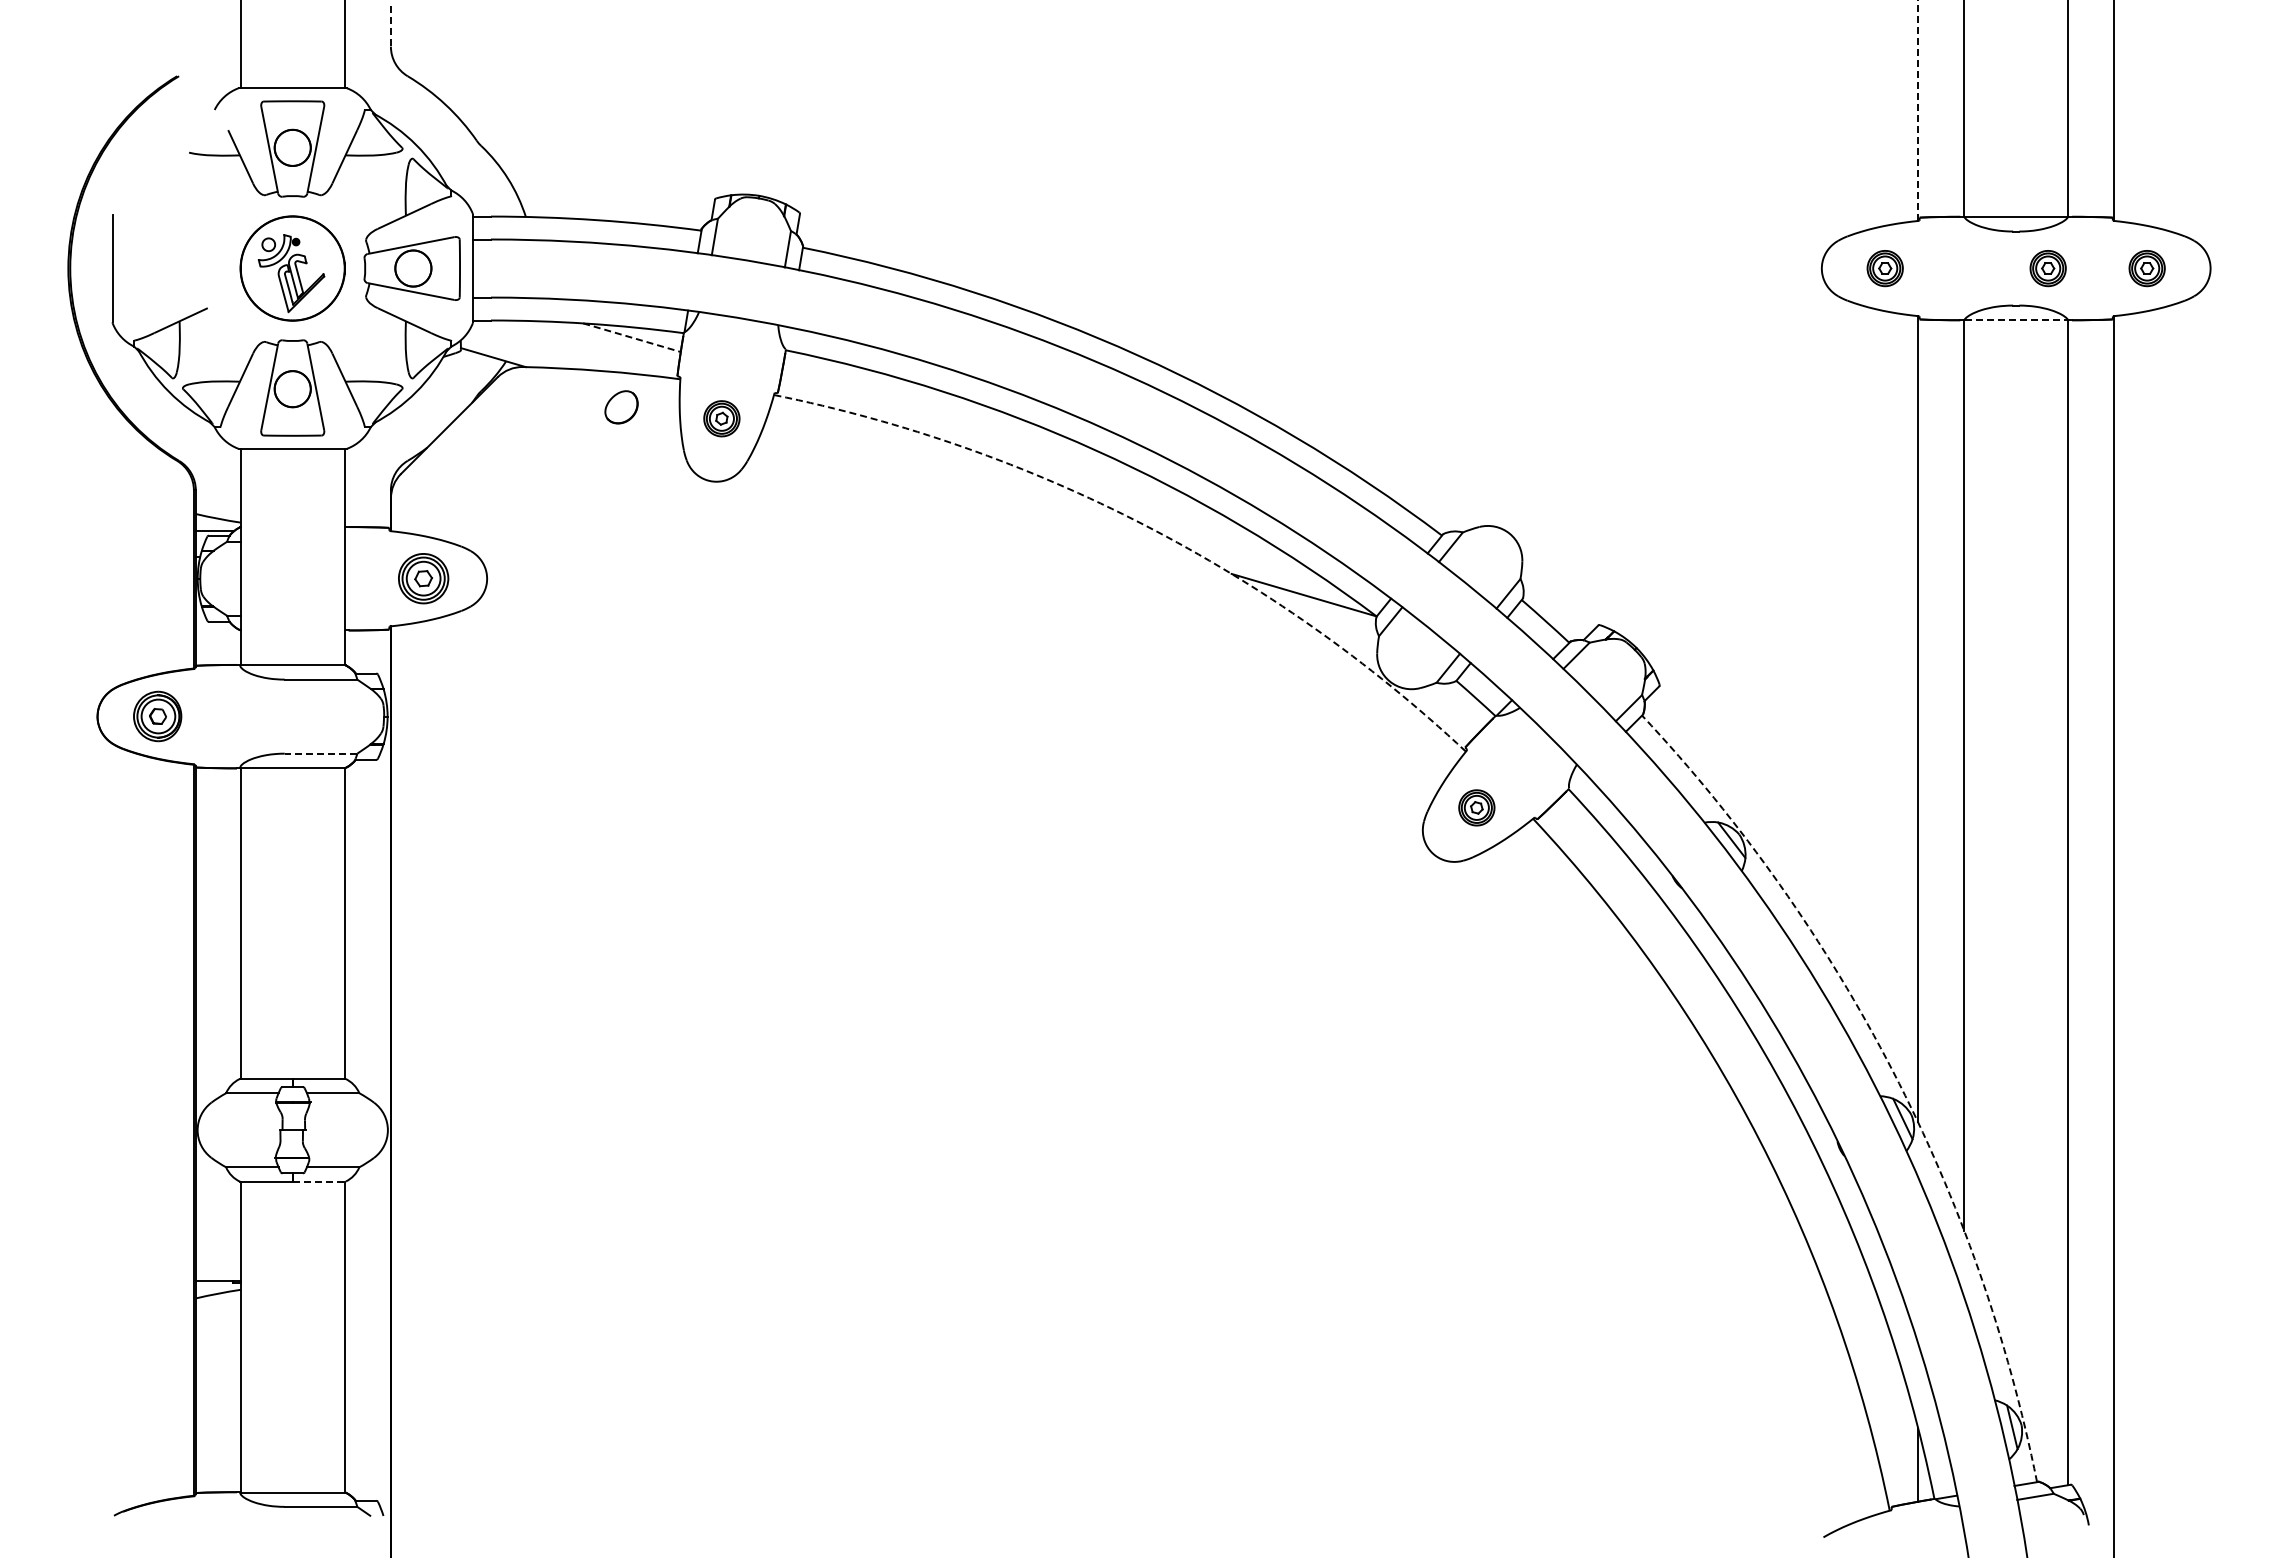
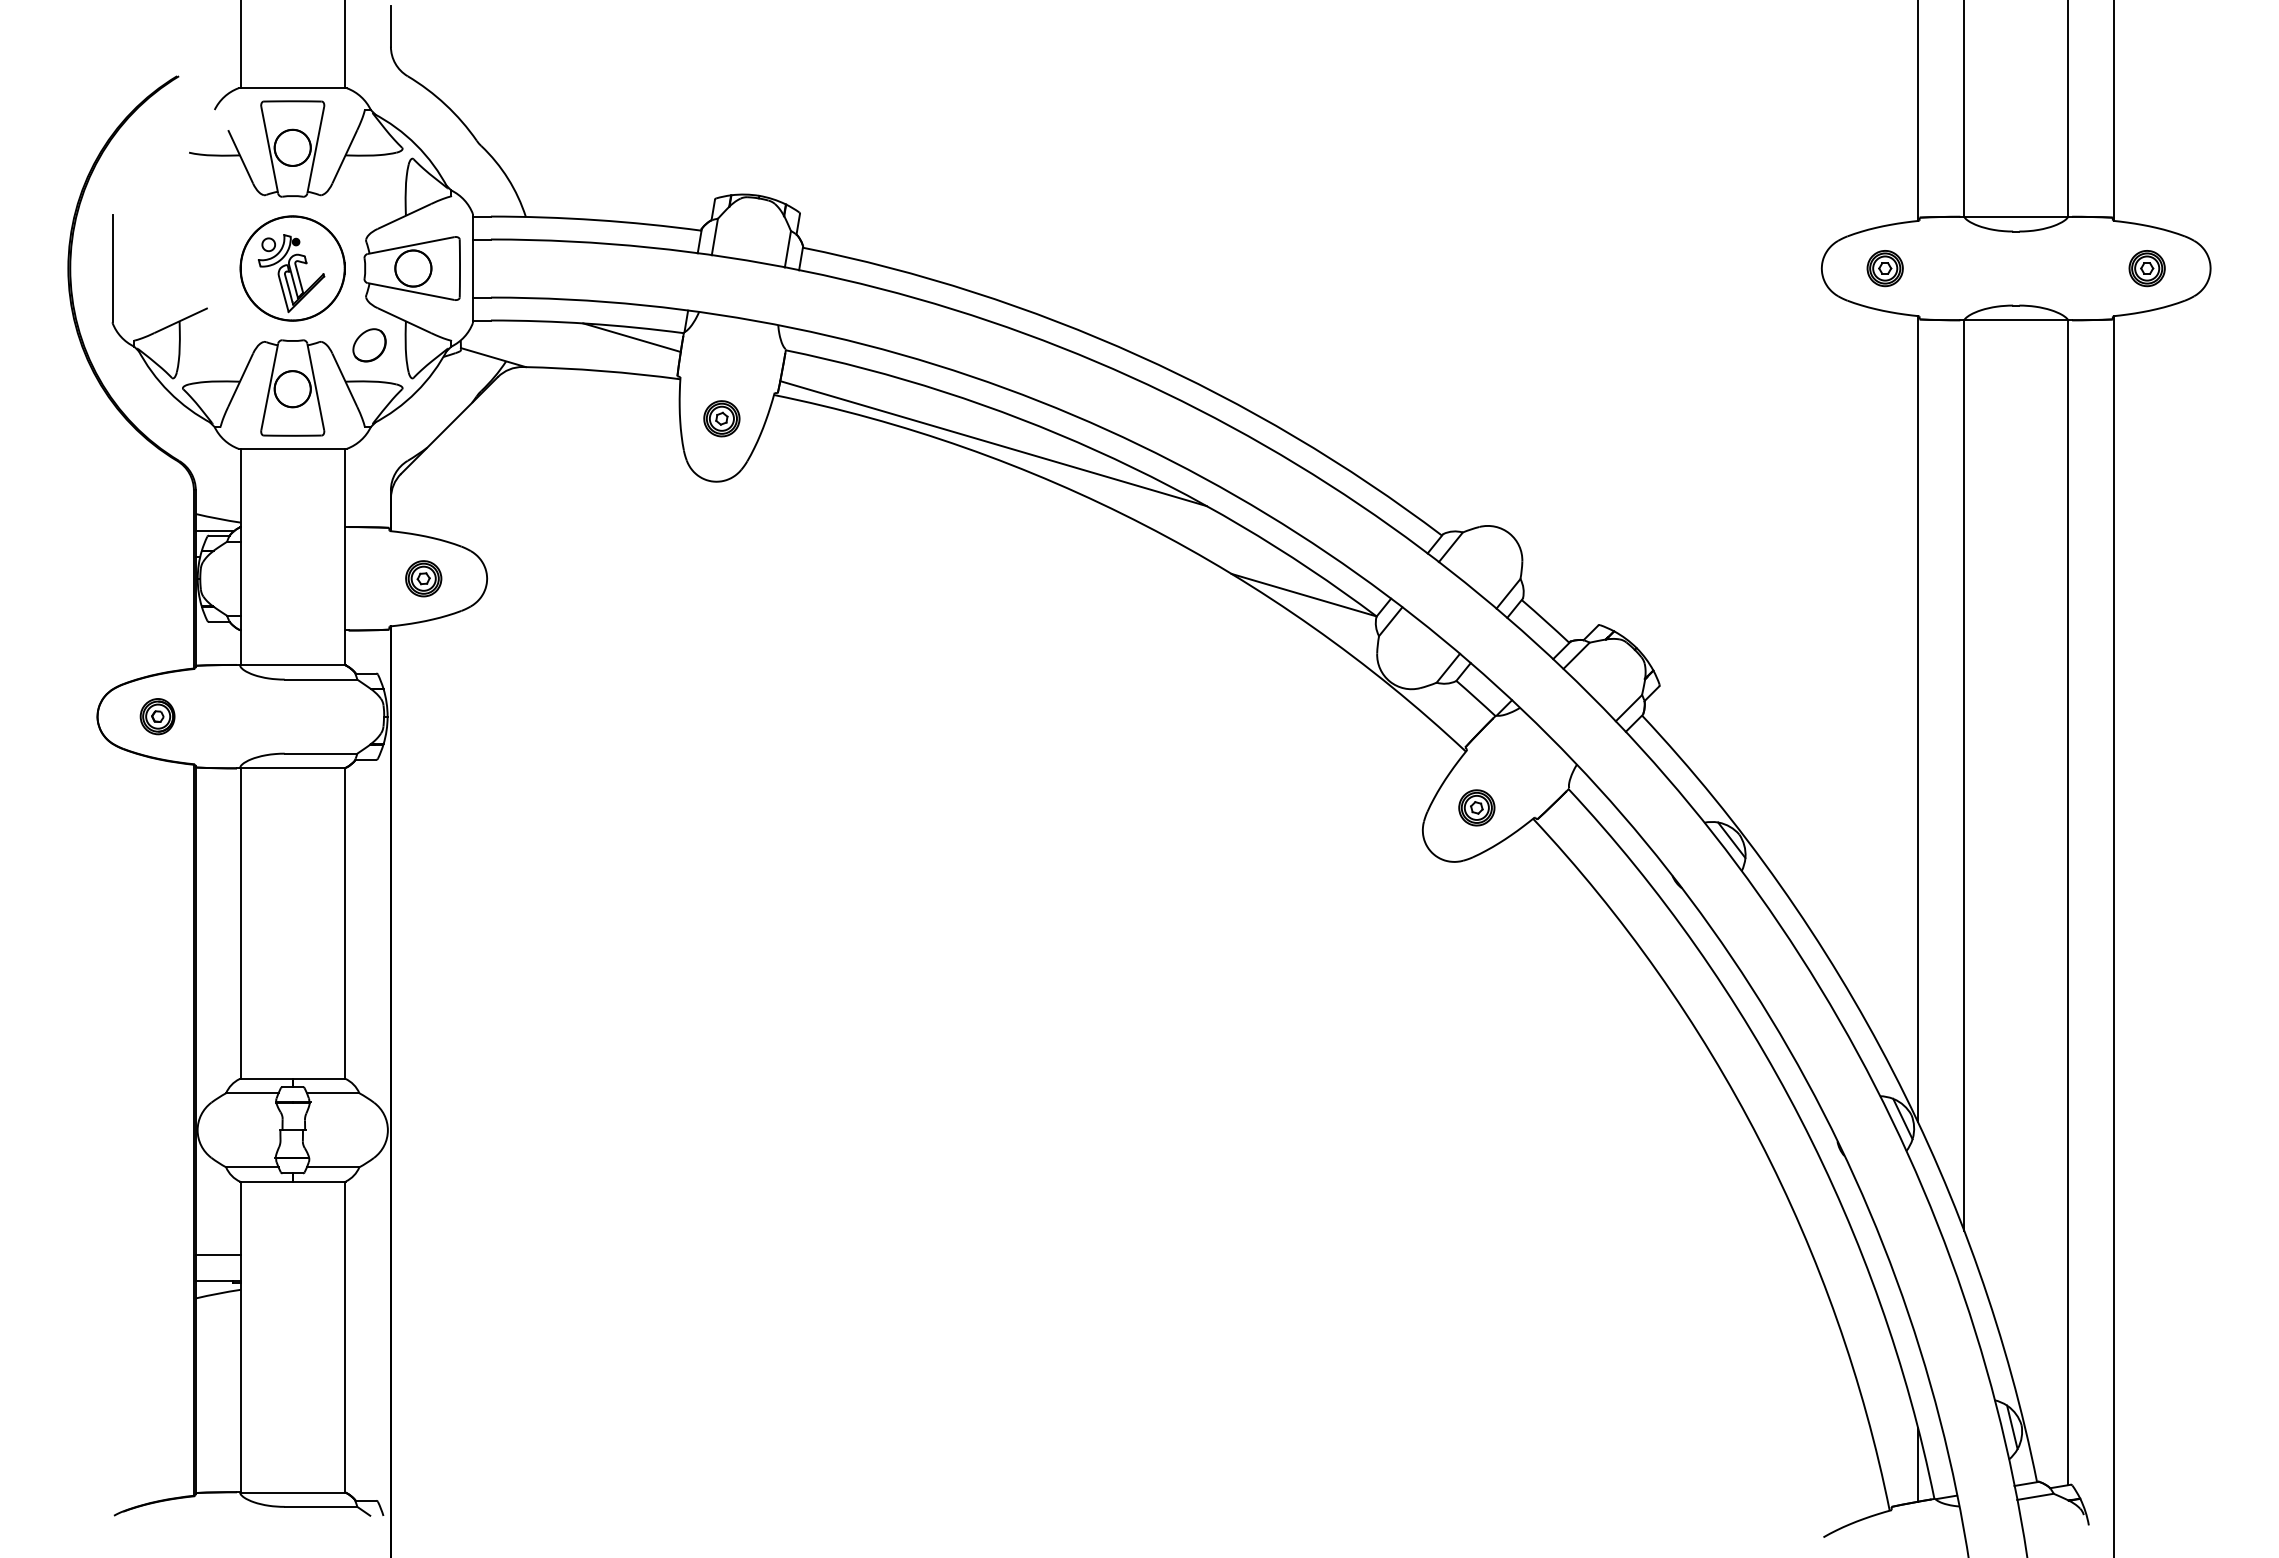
line at (390, 26): dashed -> solid
line at (1918, 110): dashed -> solid
part at (2047, 268): present -> none
line at (2016, 319): dashed -> solid
line at (632, 337): dashed -> solid
part at (621, 407) position: (621, 407) -> (369, 345)
line at (993, 443): none -> present
arc at (1144, 525): dashed -> solid
part at (423, 578) size: 52x52 px -> 38x38 px
part at (157, 716) size: 50x53 px -> 37x38 px
line at (320, 753): dashed -> solid
arc at (1893, 1071): dashed -> solid
line at (319, 1181): dashed -> solid
line at (217, 1255): none -> present
